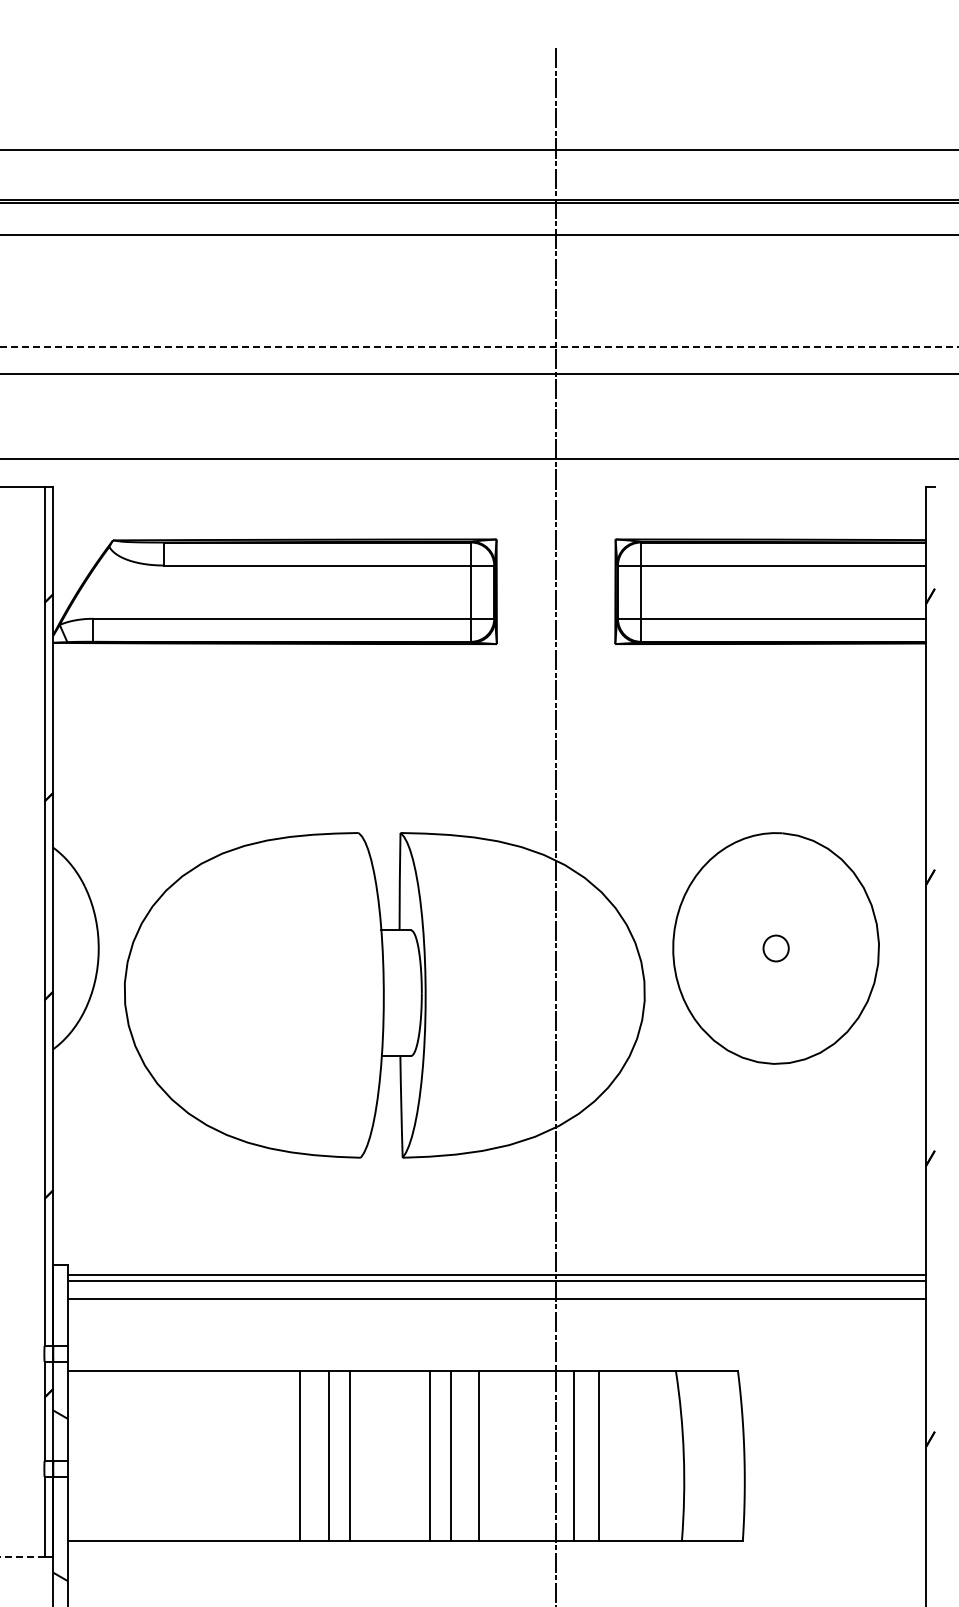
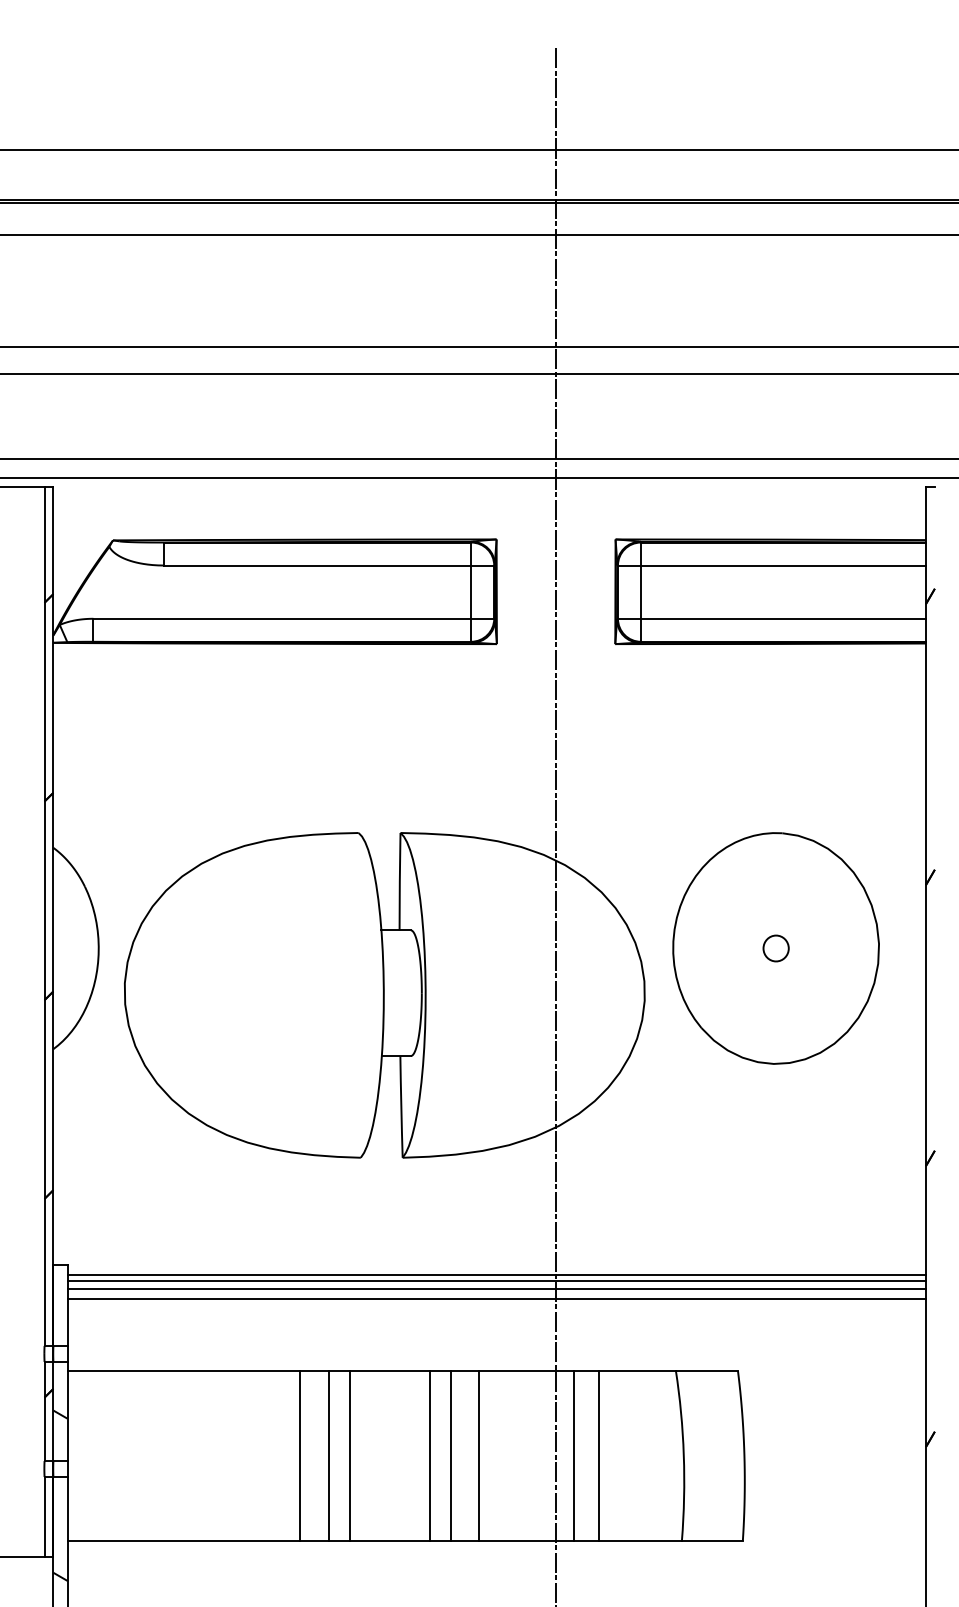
line at (479, 346): dashed -> solid
line at (478, 478): none -> present
line at (496, 1289): none -> present
line at (22, 1557): dashed -> solid
